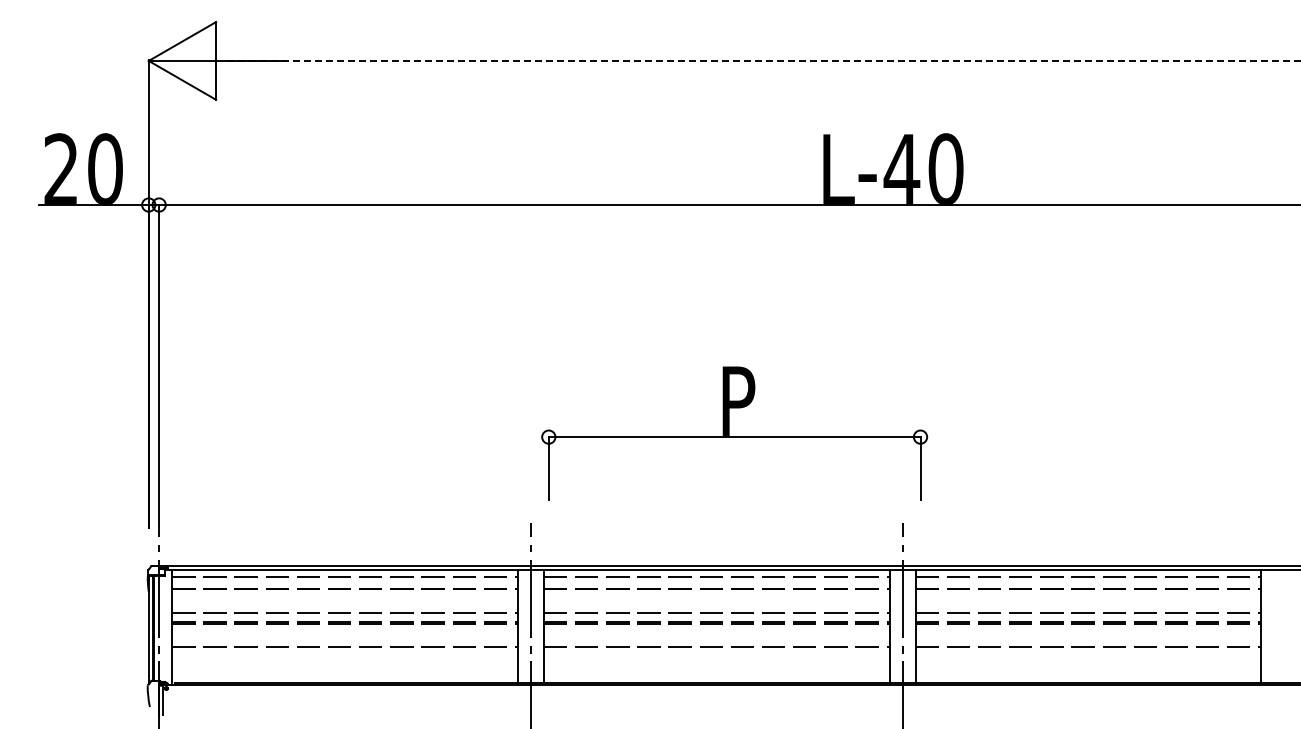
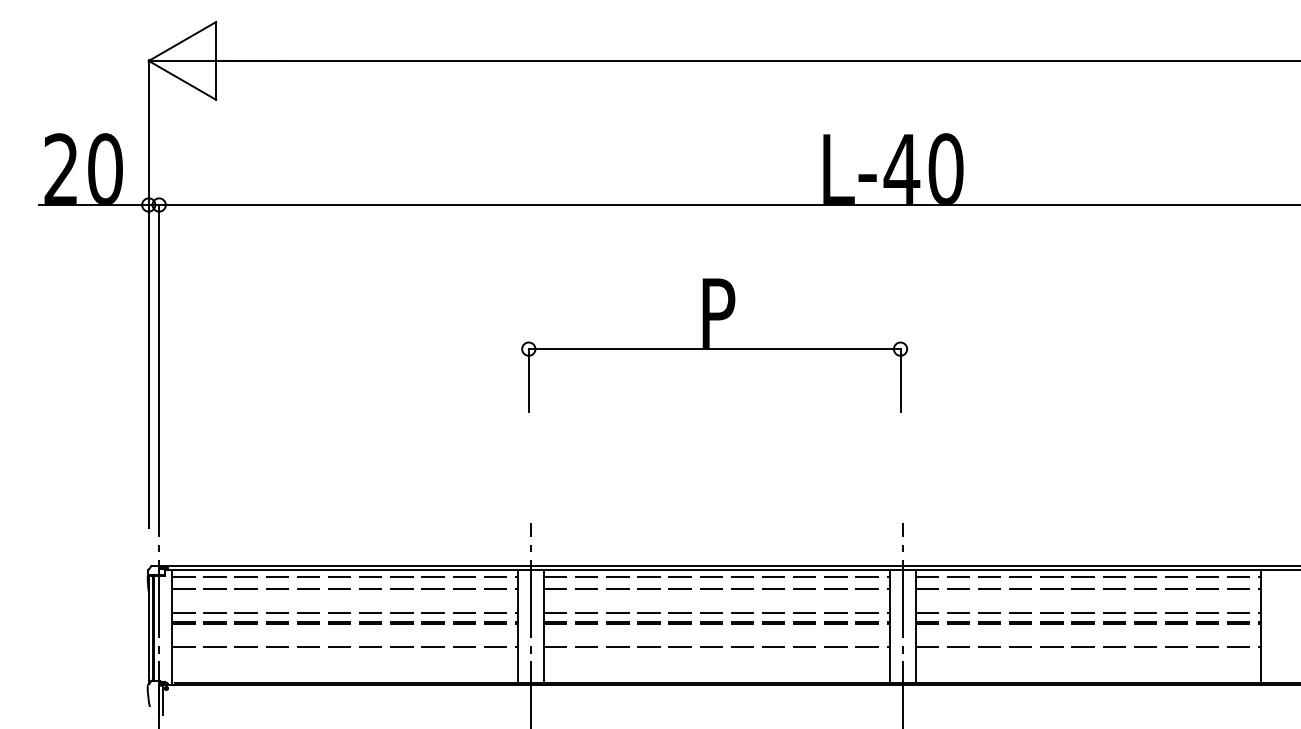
line at (763, 60): dashed -> solid
part at (734, 433) position: (734, 433) -> (714, 345)
